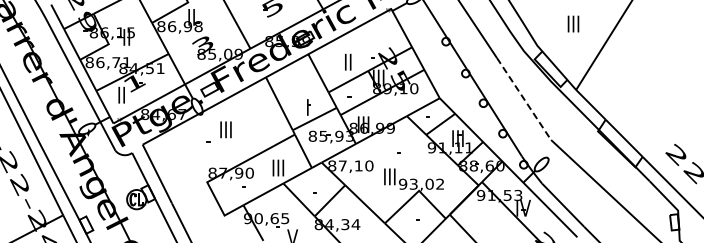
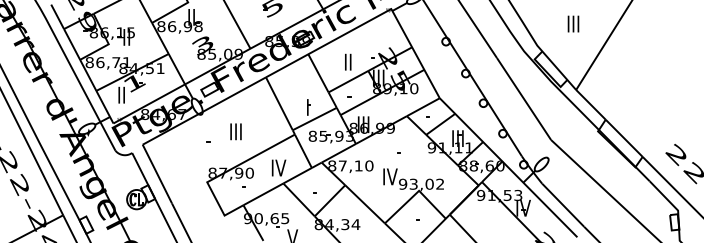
line at (524, 99): dashed -> solid
text at (225, 129) position: (225, 129) -> (235, 131)
text at (278, 167): III -> IV
text at (390, 176): III -> IV
